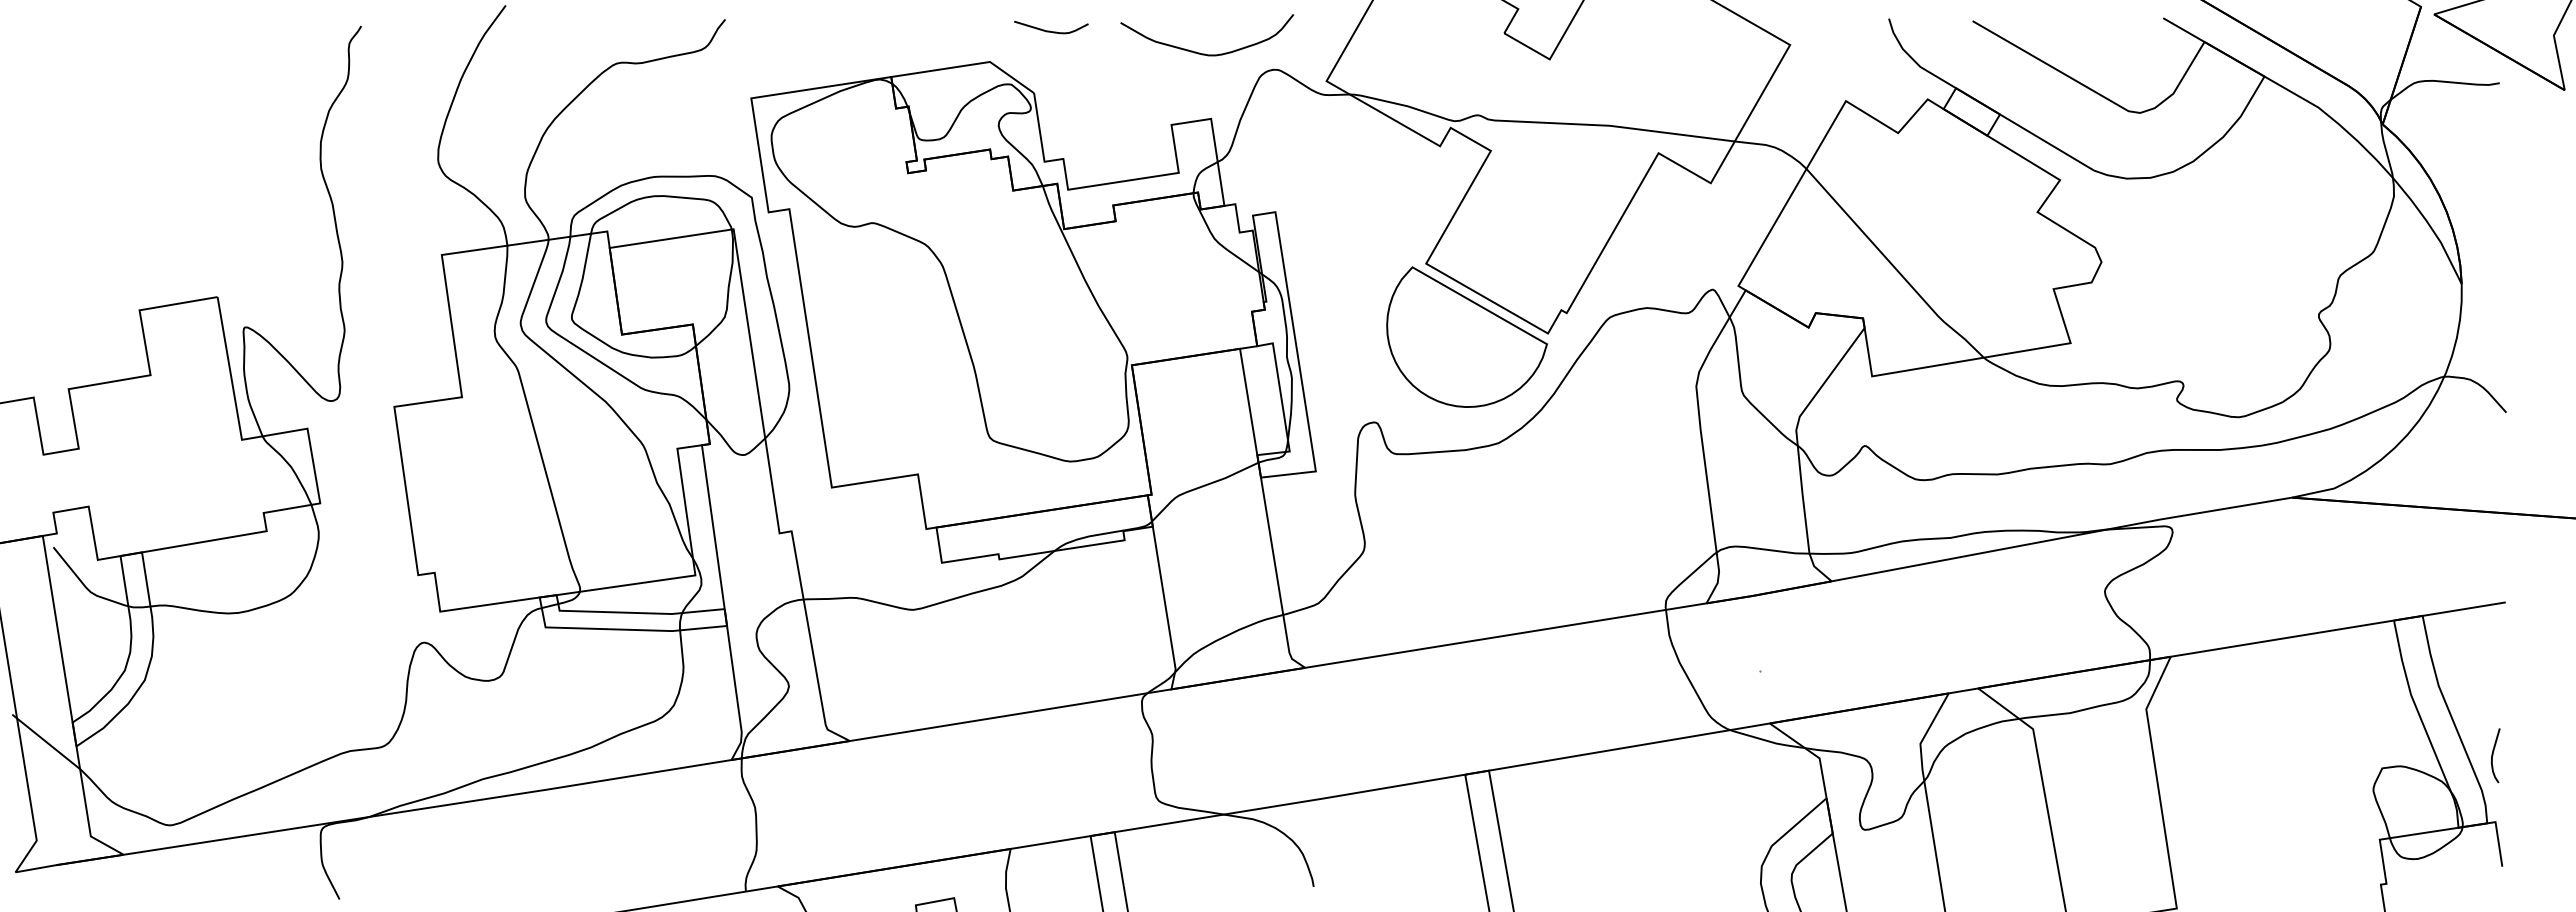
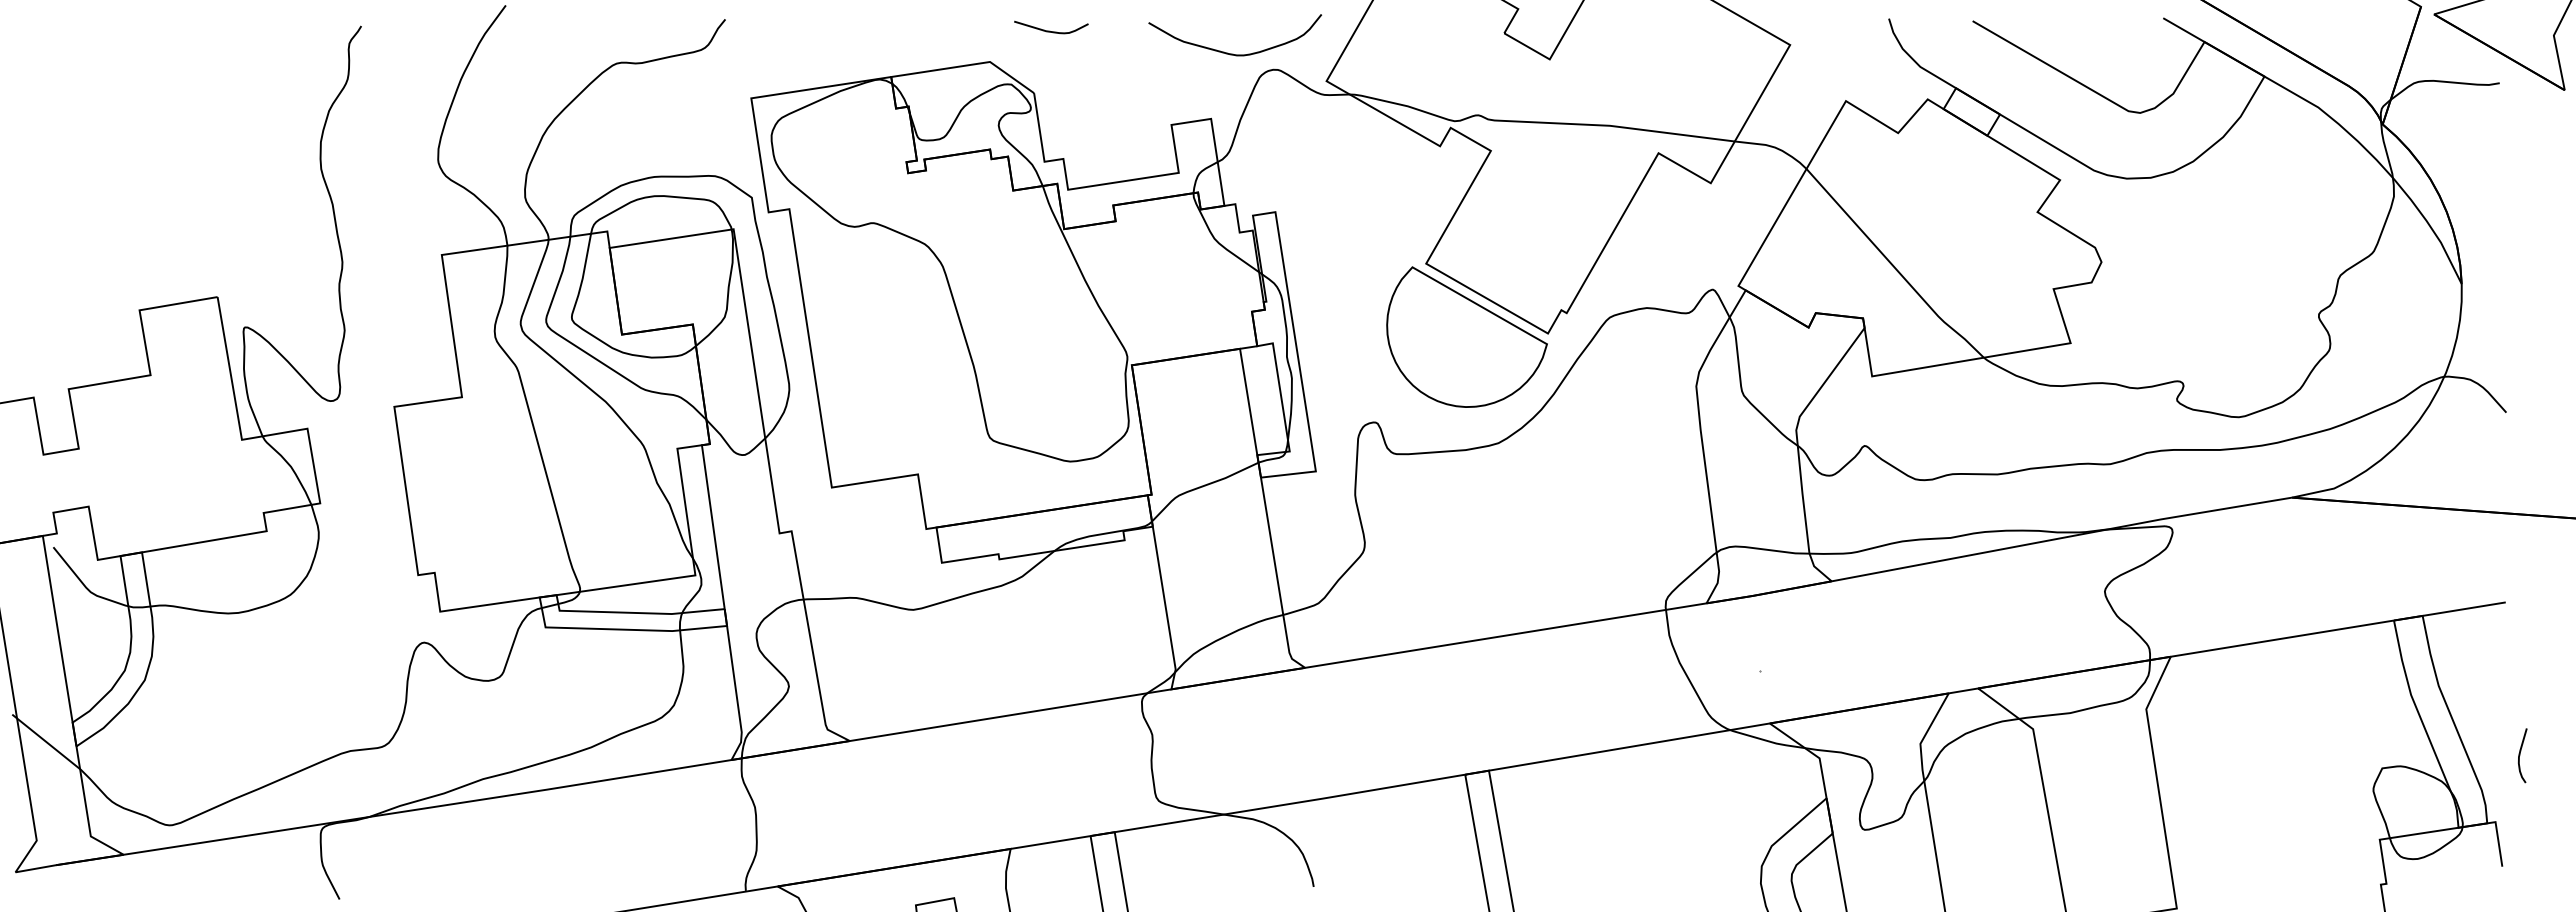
curve at (1205, 53) position: (1205, 53) -> (1233, 53)
curve at (2493, 755) position: (2493, 755) -> (2520, 755)
